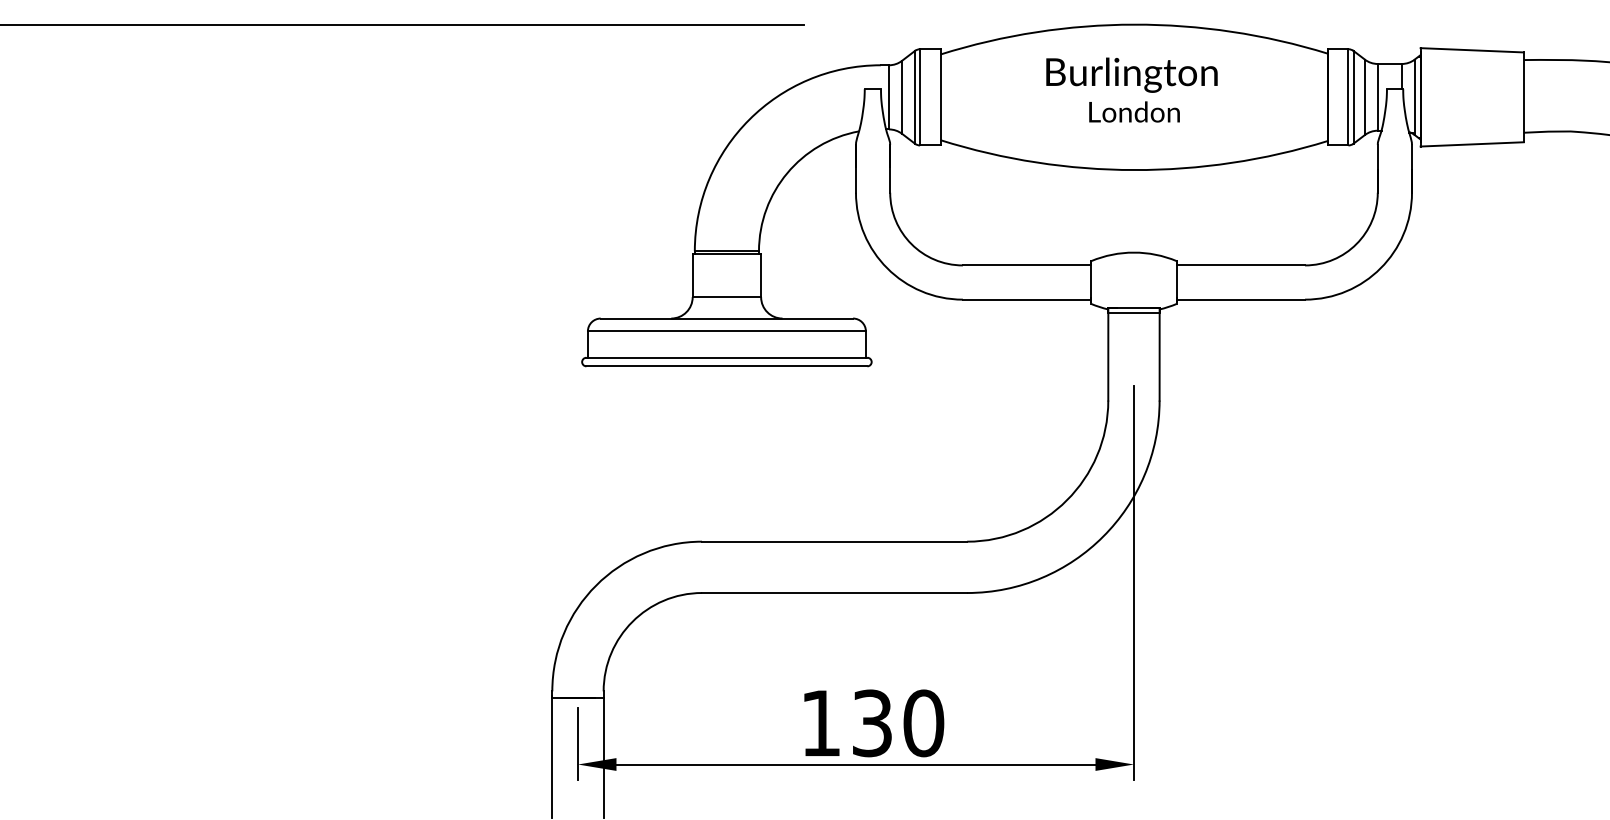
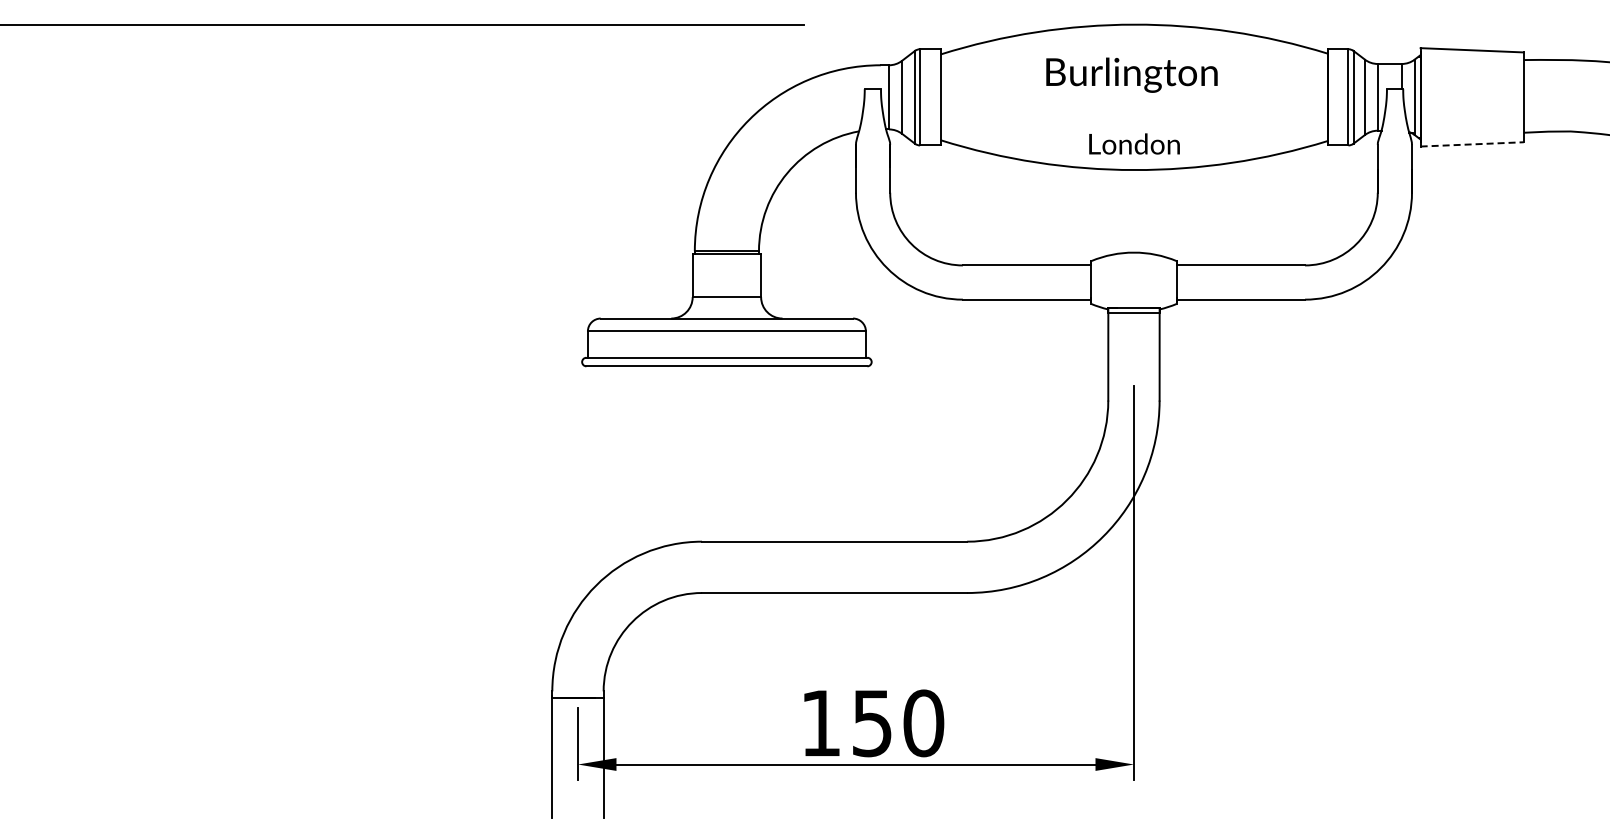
text at (1134, 111) position: (1134, 111) -> (1134, 143)
line at (1472, 144): solid -> dashed
text at (872, 722): 130 -> 150
